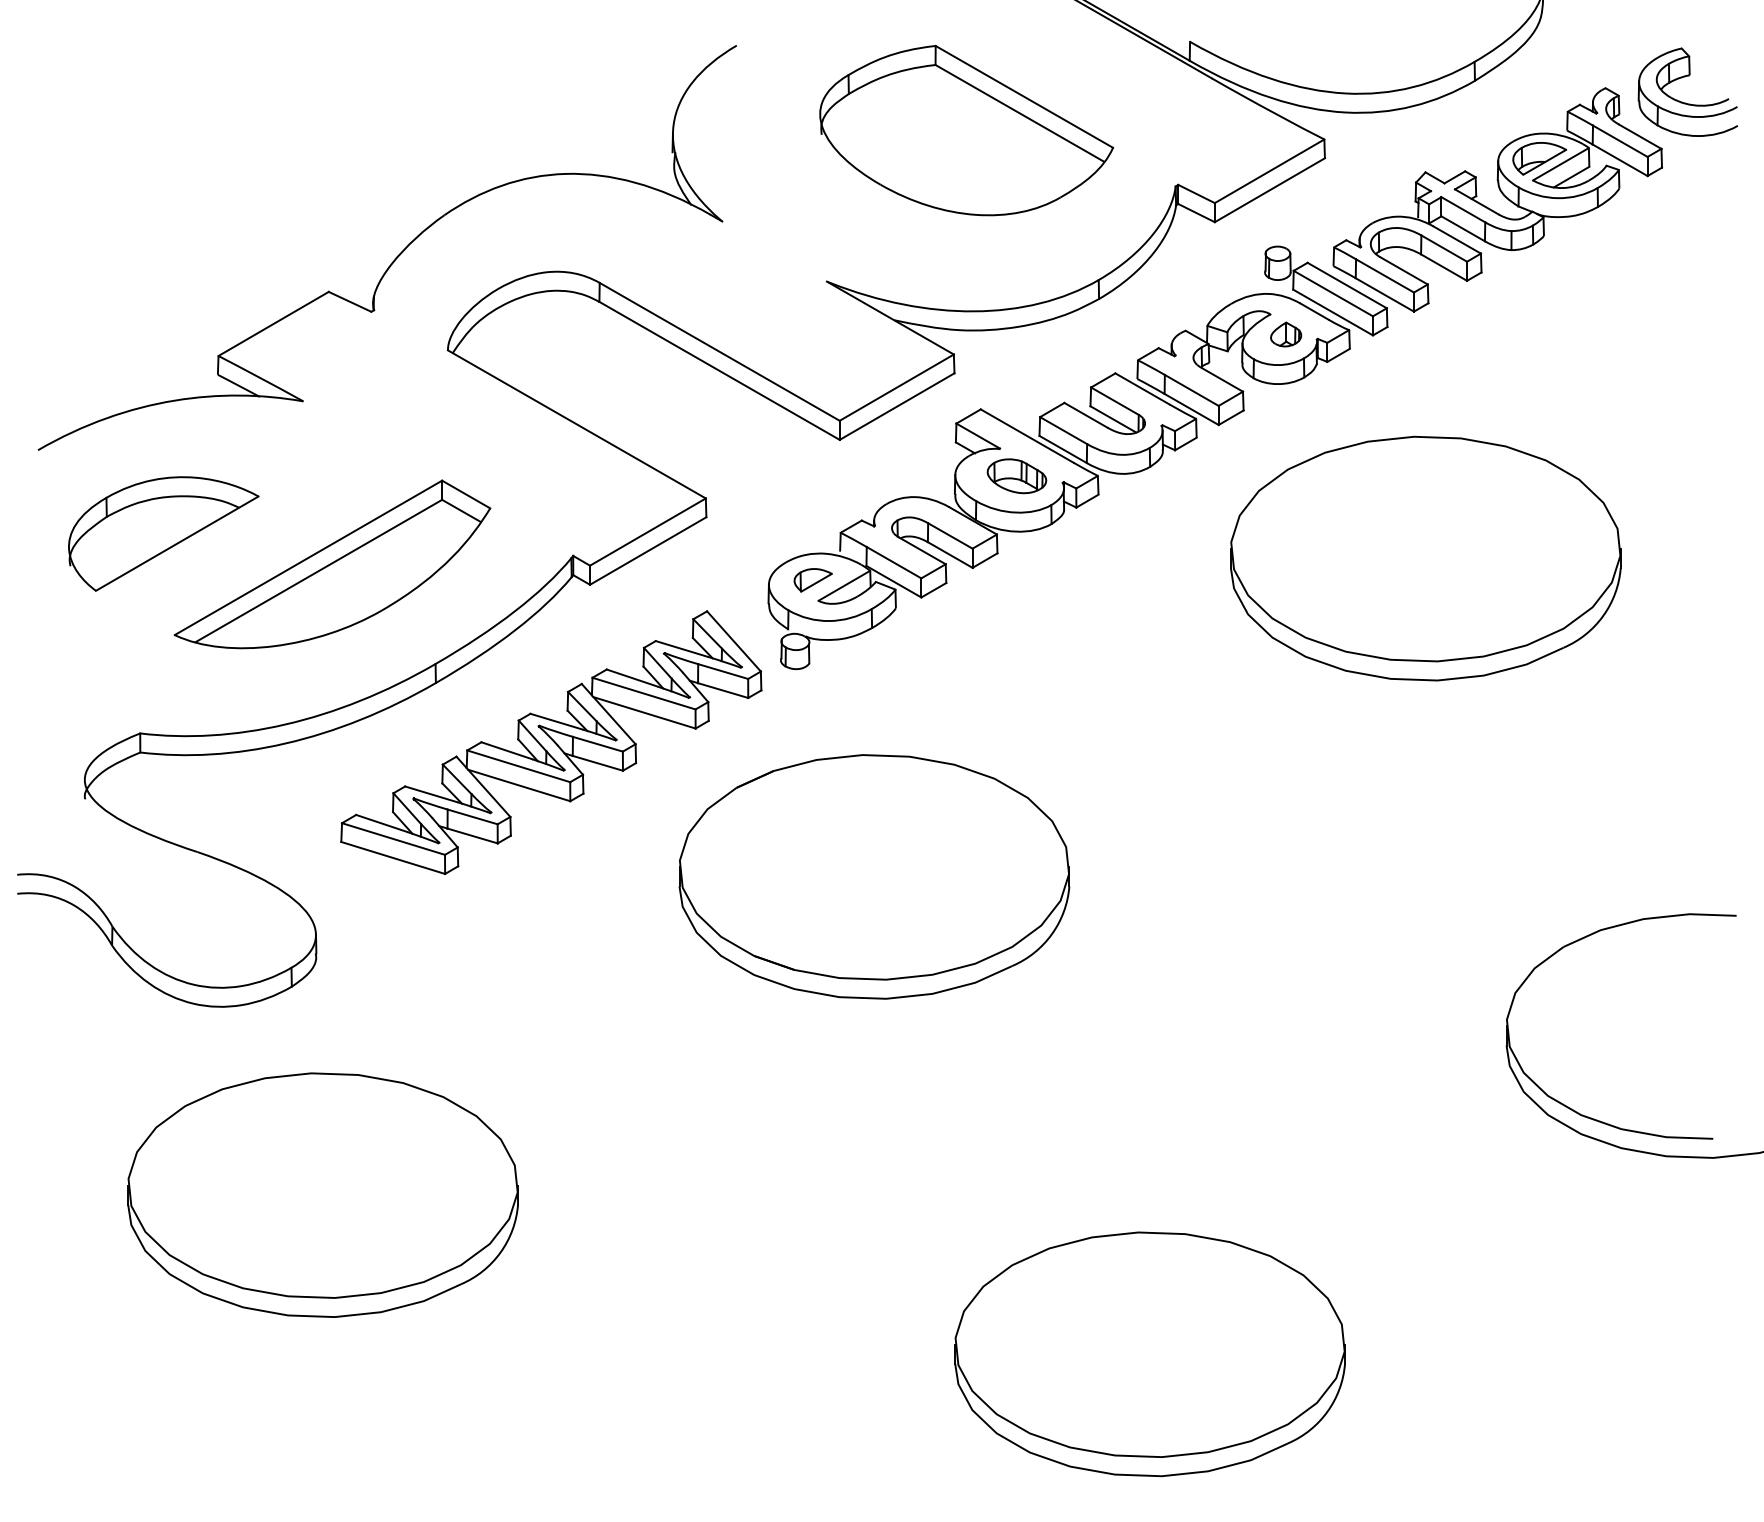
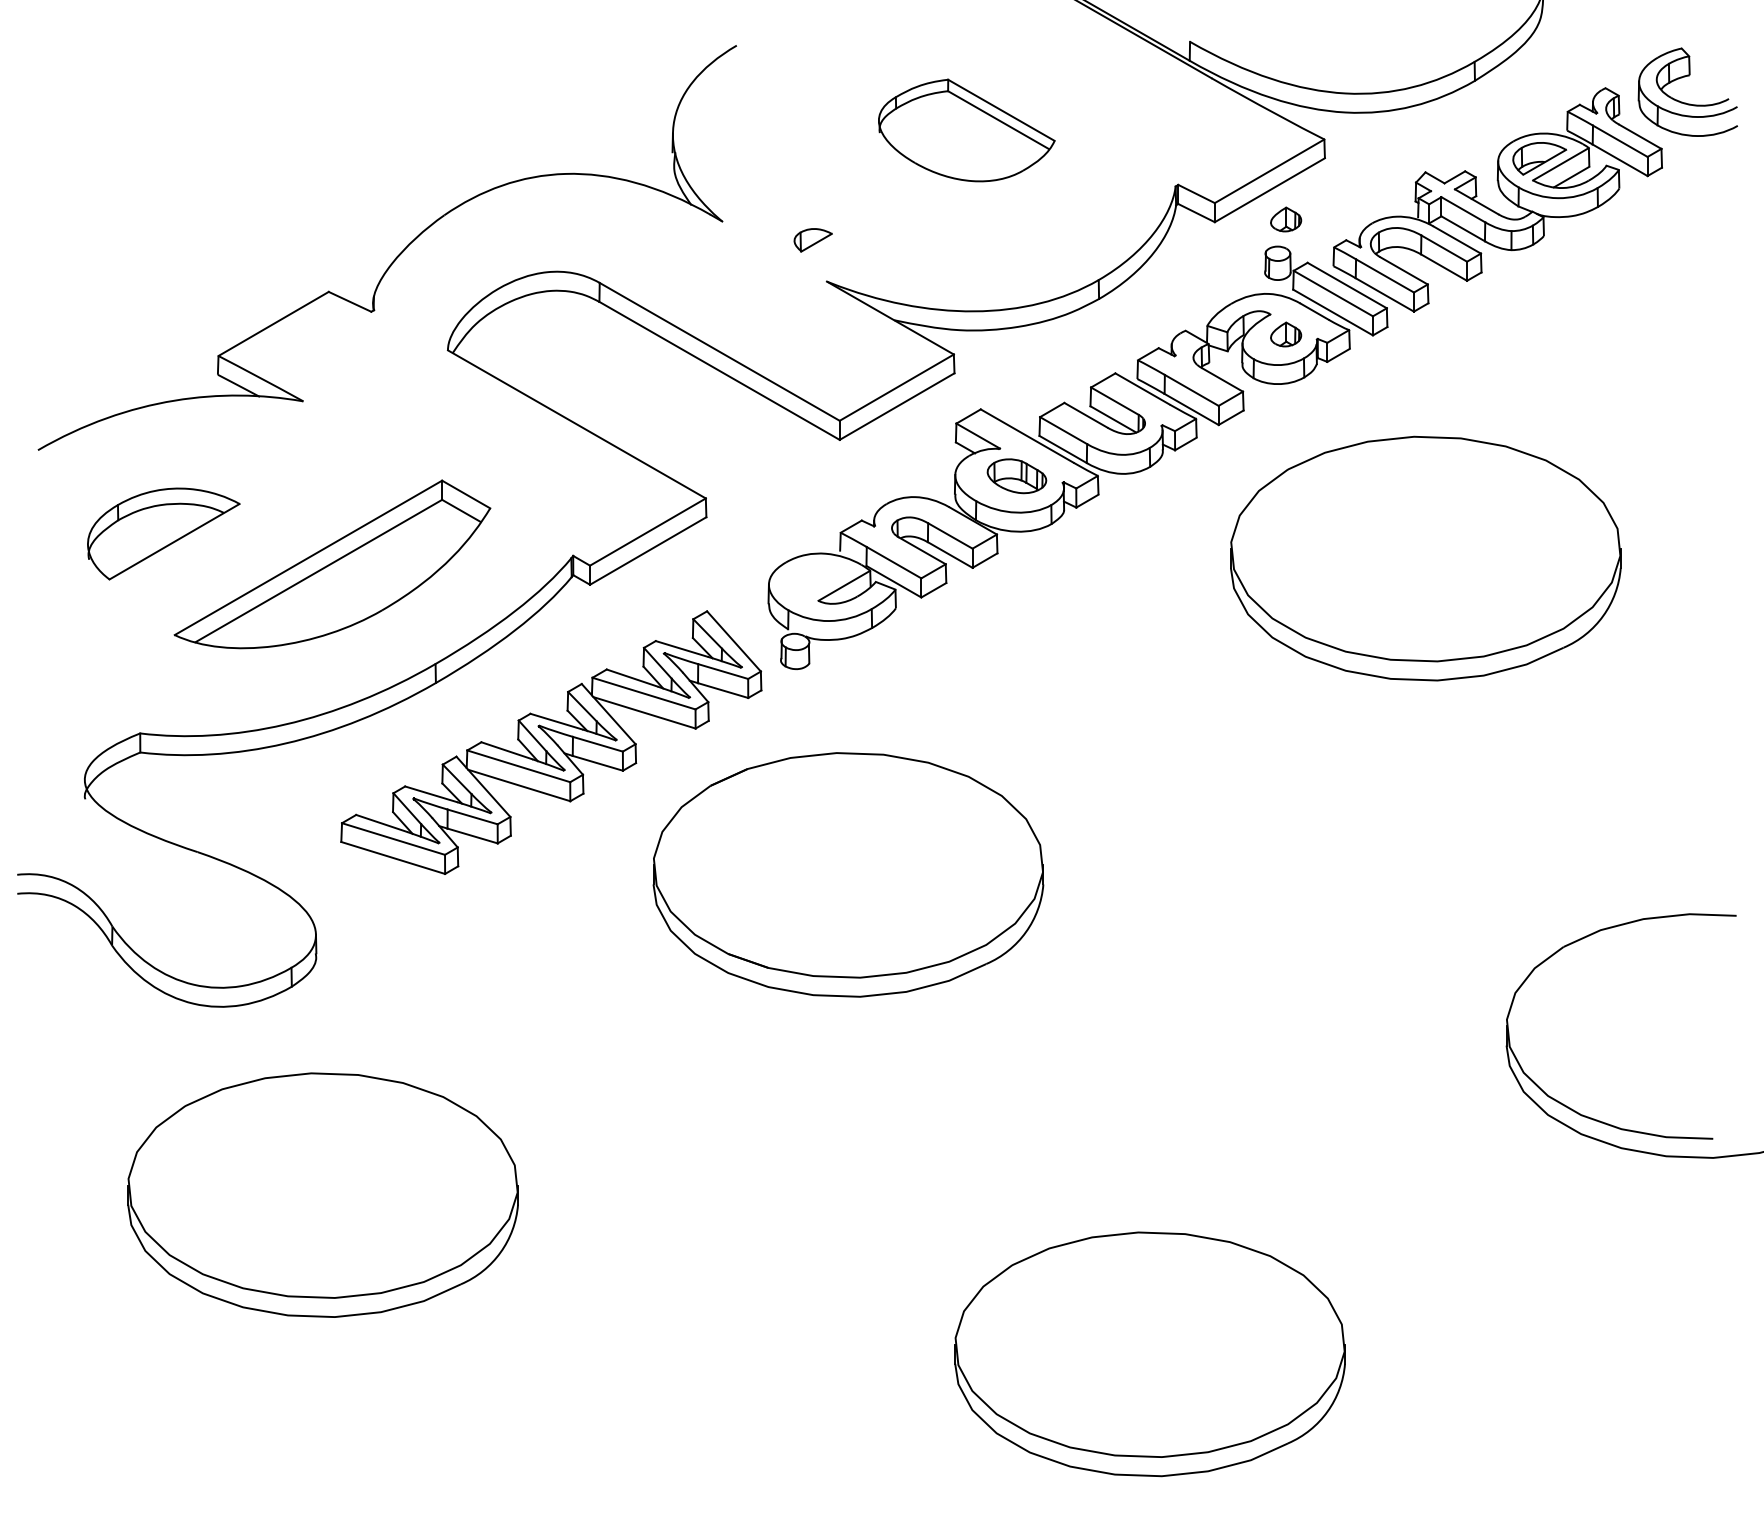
part at (966, 130) size: 296x173 px -> 178x105 px
part at (1286, 219): none -> present
part at (163, 533) size: 192x116 px -> 154x94 px
part at (812, 580) position: (812, 580) -> (812, 240)
part at (874, 876) position: (874, 876) -> (848, 874)
